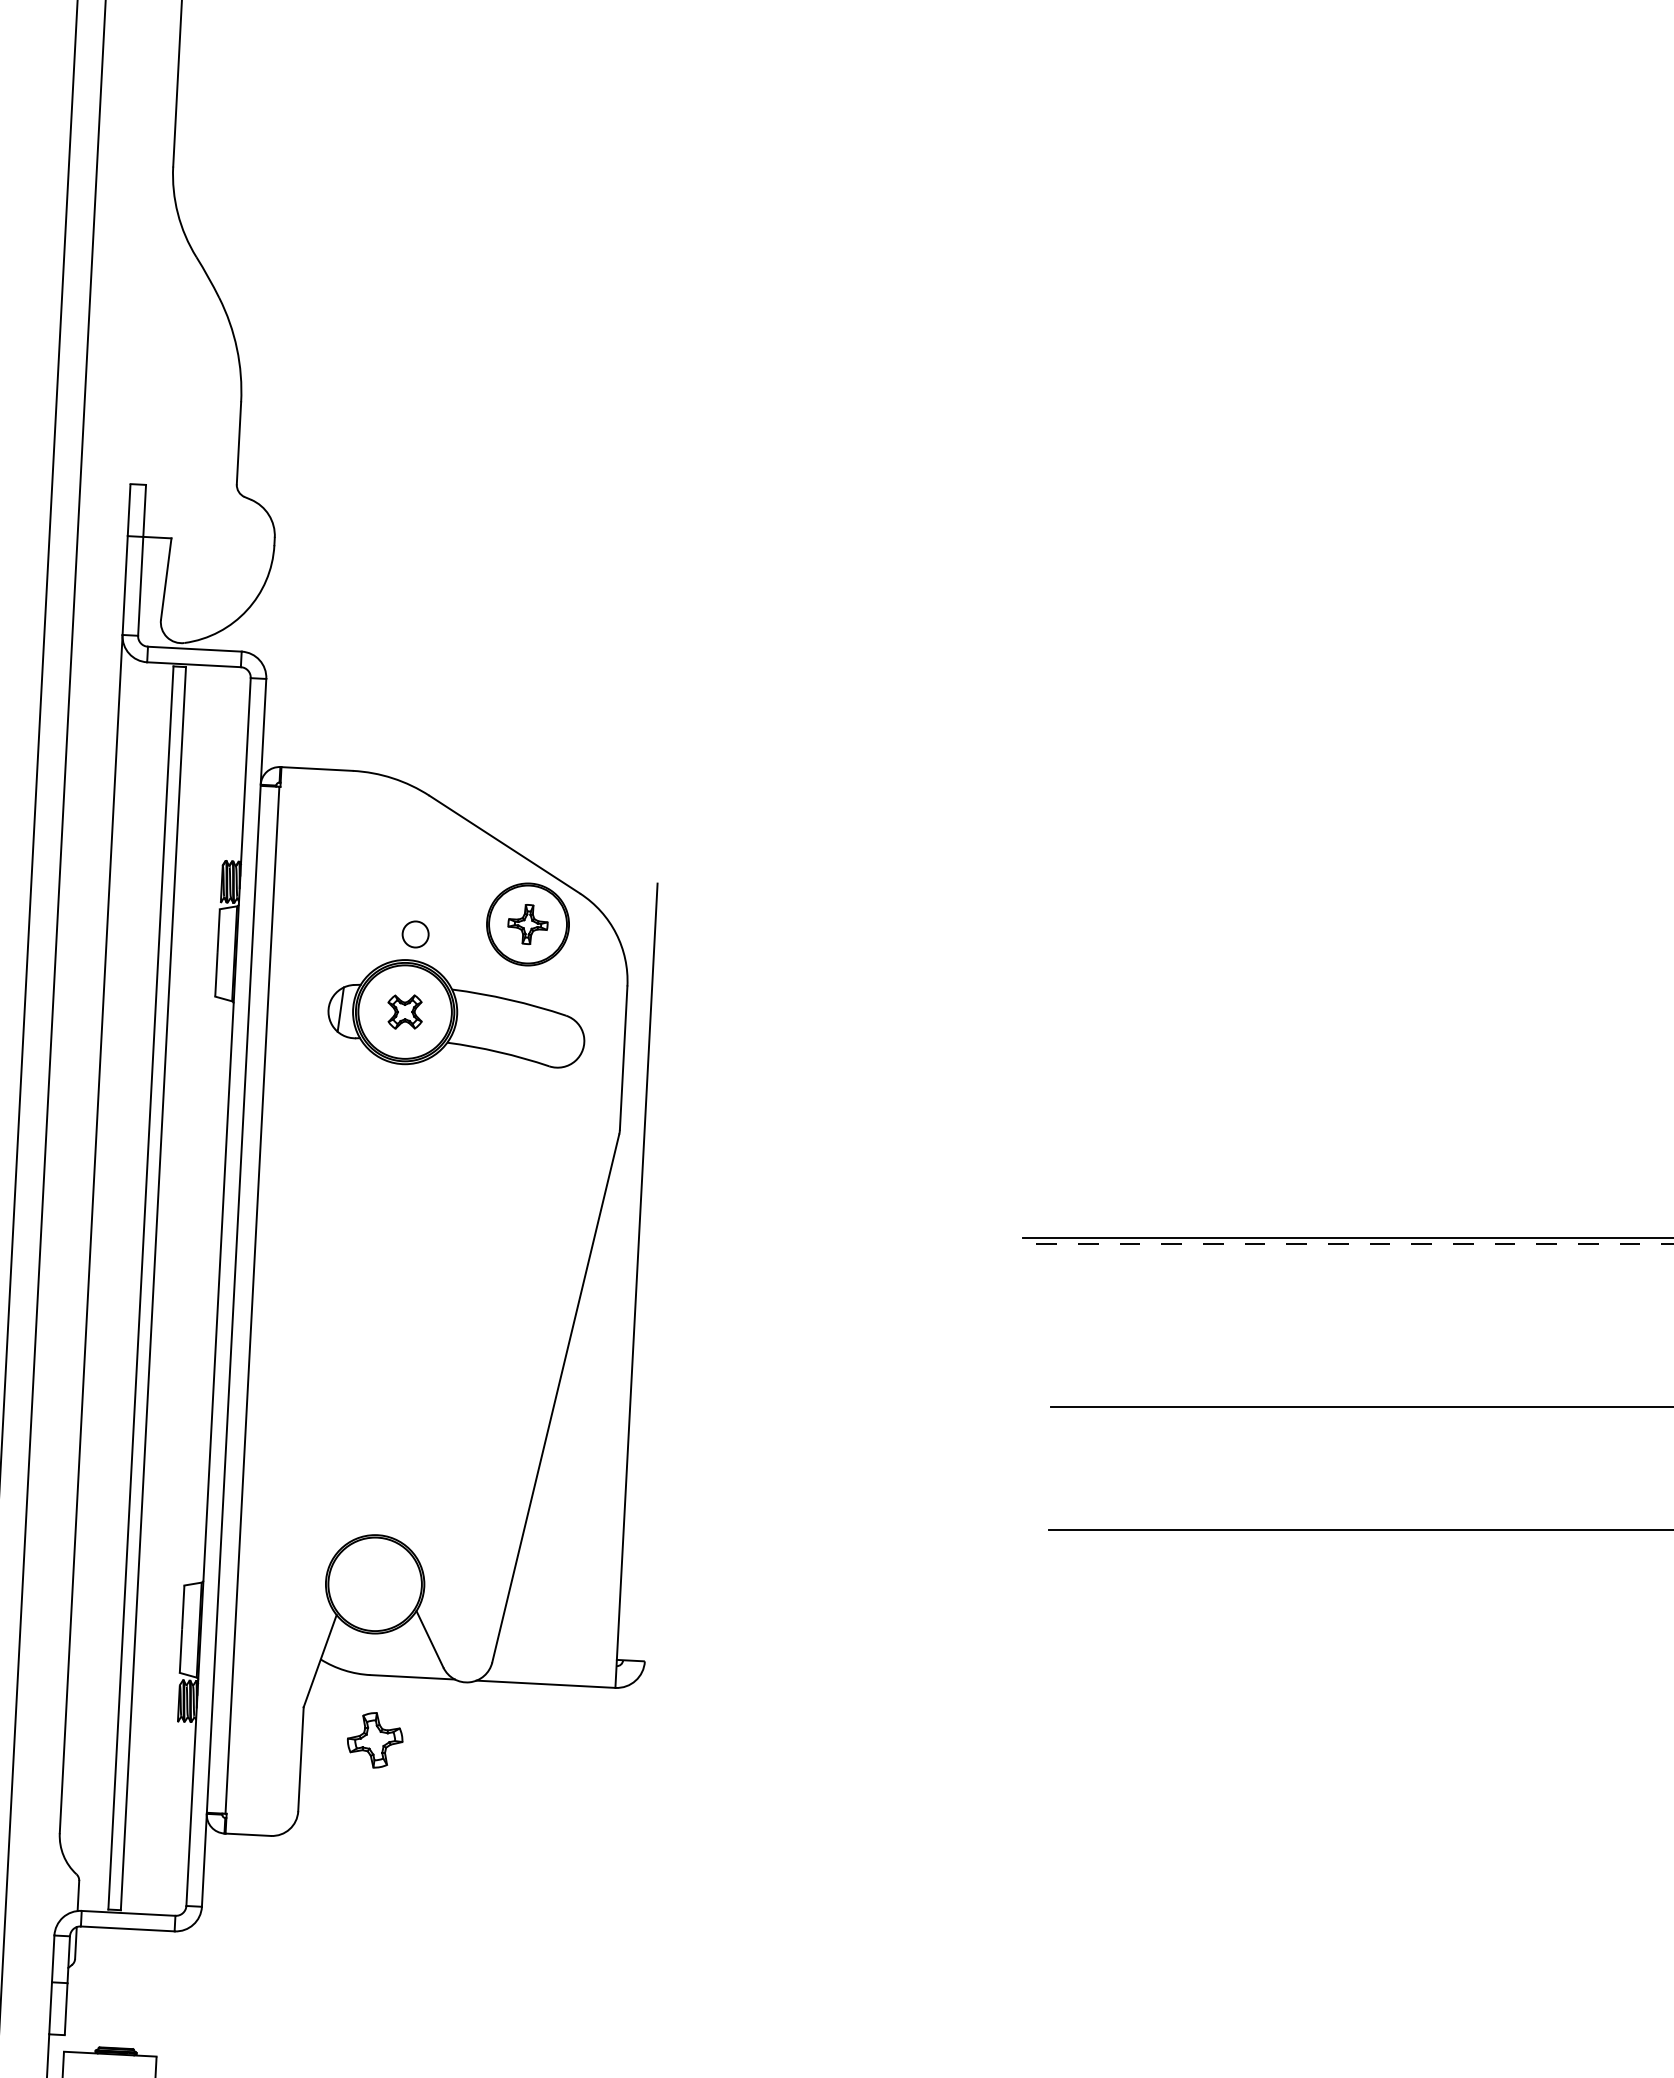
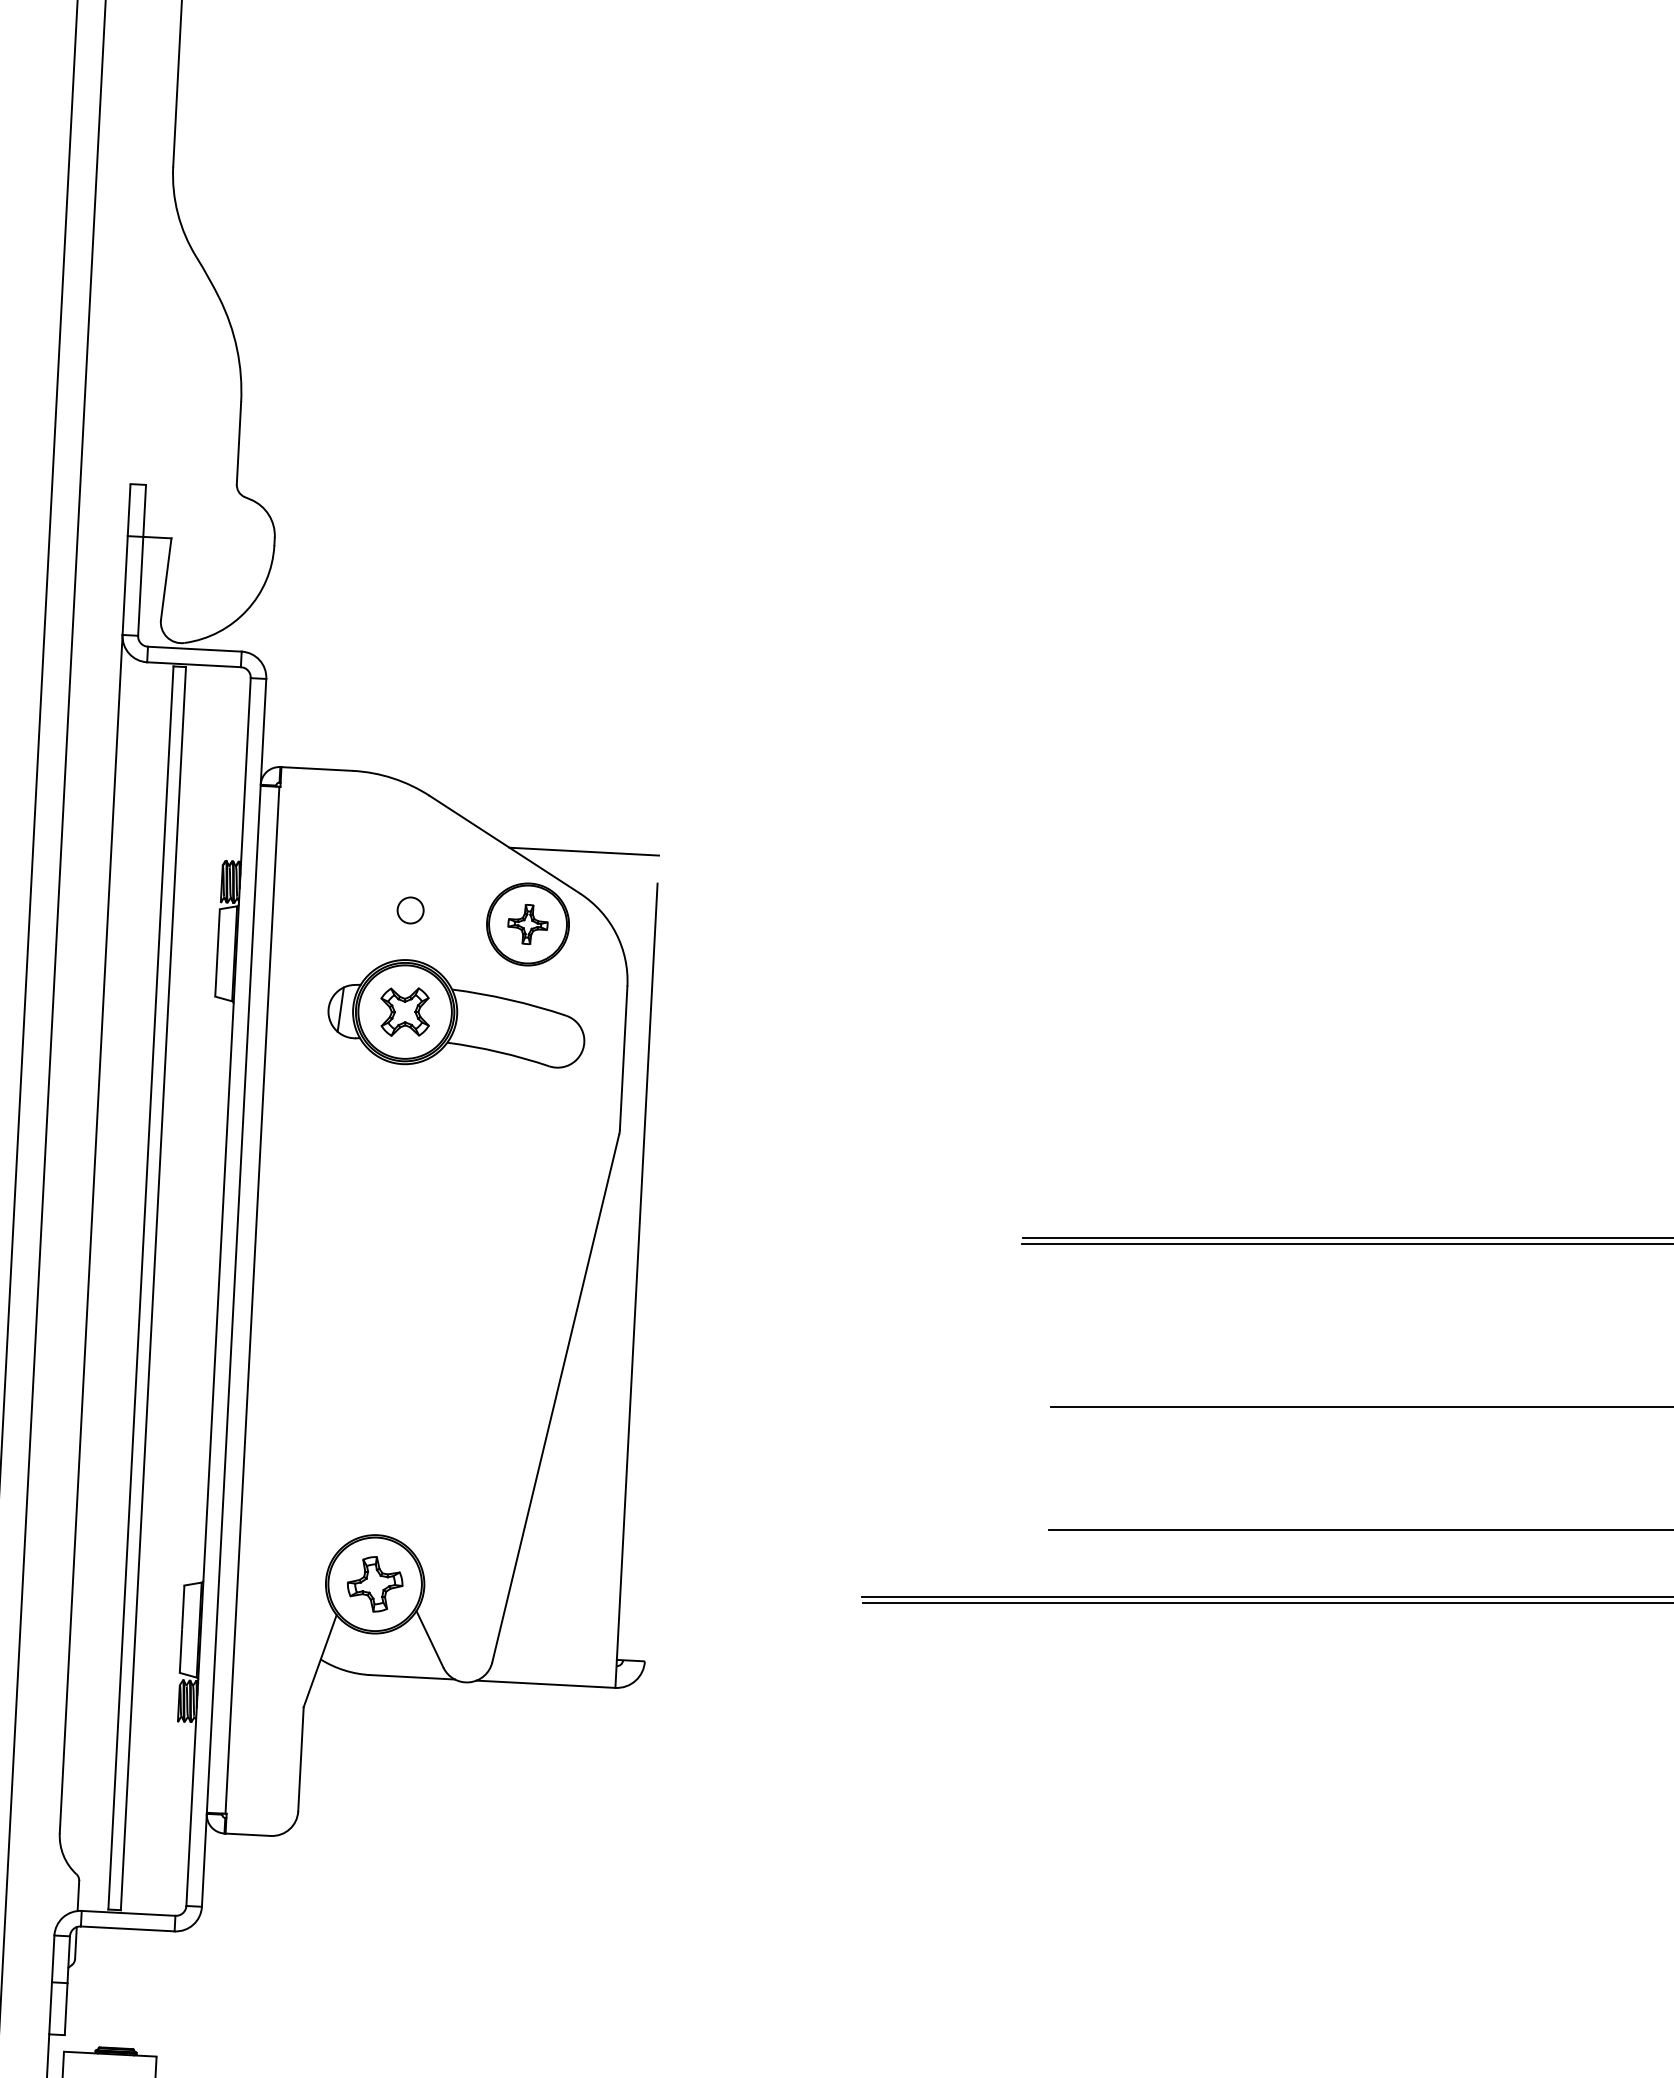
line at (584, 851): none -> present
circle at (415, 934) position: (415, 934) -> (410, 910)
part at (404, 1011) size: 36x36 px -> 50x50 px
line at (1347, 1244): dashed -> solid
line at (1266, 1596): none -> present
line at (1266, 1602): none -> present
part at (375, 1740) position: (375, 1740) -> (375, 1584)
